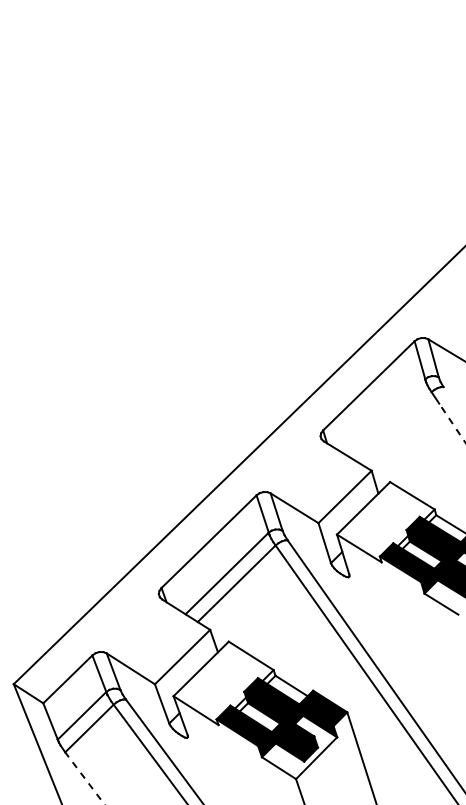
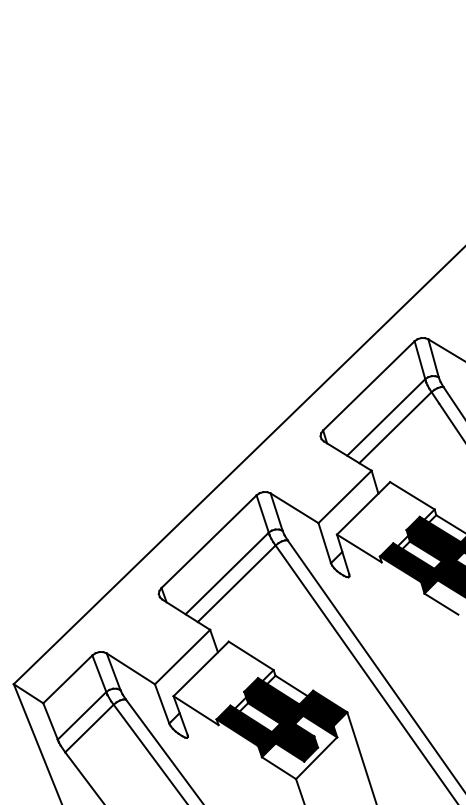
line at (452, 401): none -> present
line at (386, 417): none -> present
line at (452, 423): dashed -> solid
line at (395, 427): none -> present
line at (85, 778): dashed -> solid
